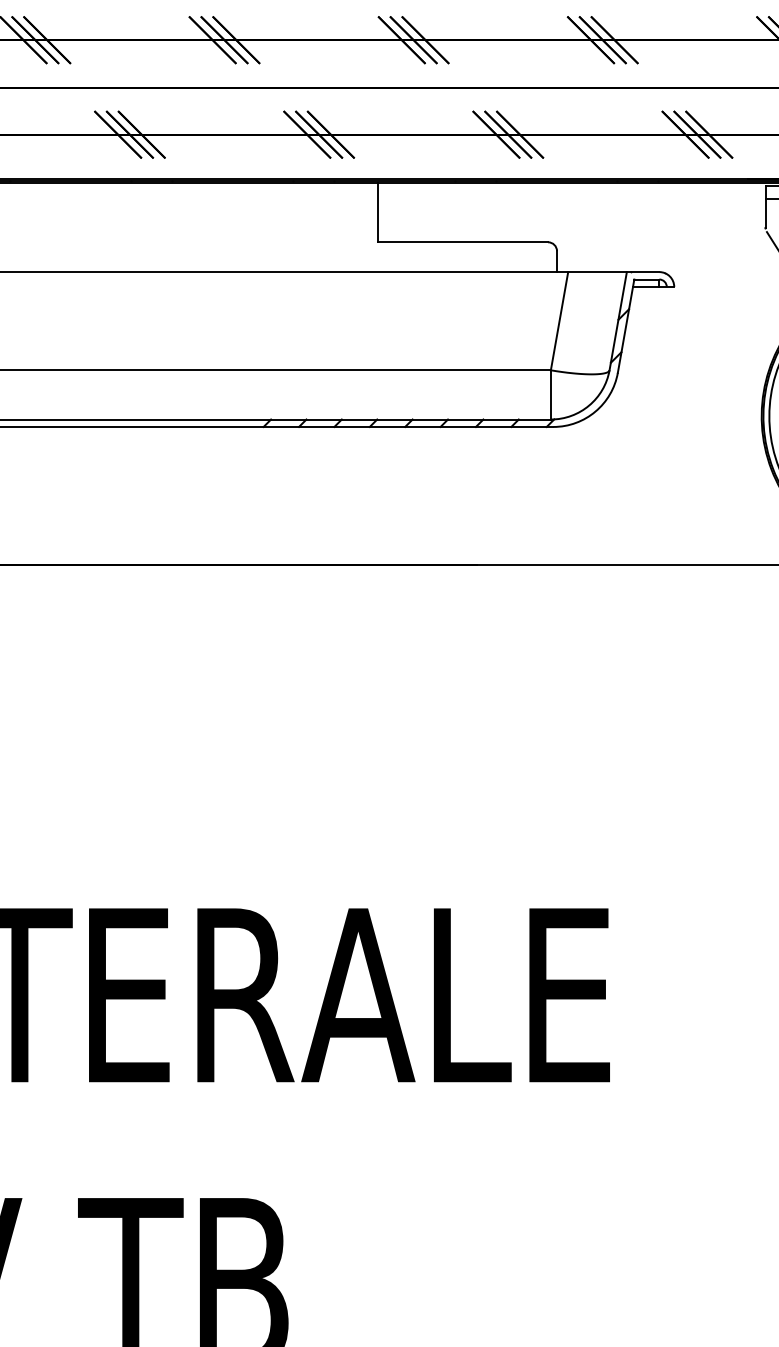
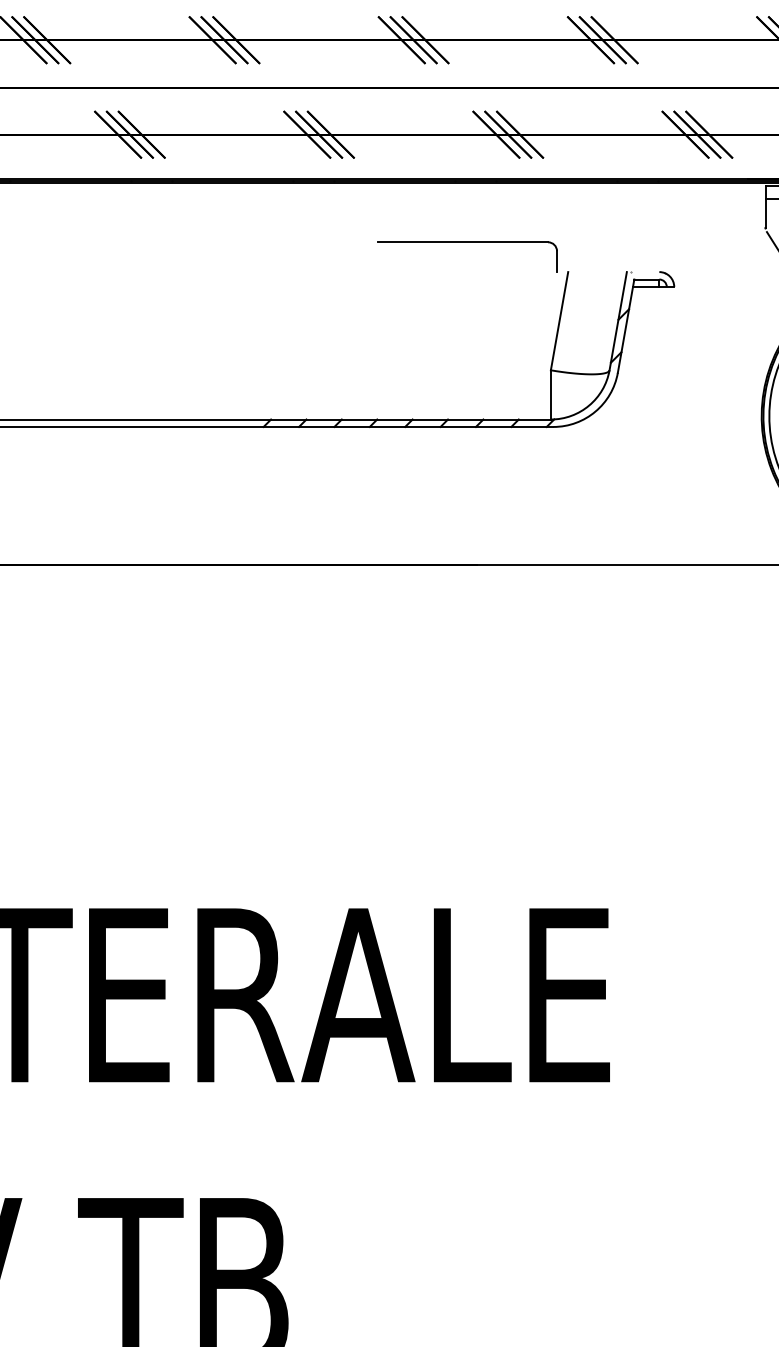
line at (378, 212): present -> none
line at (330, 272): present -> none
line at (276, 370): present -> none
